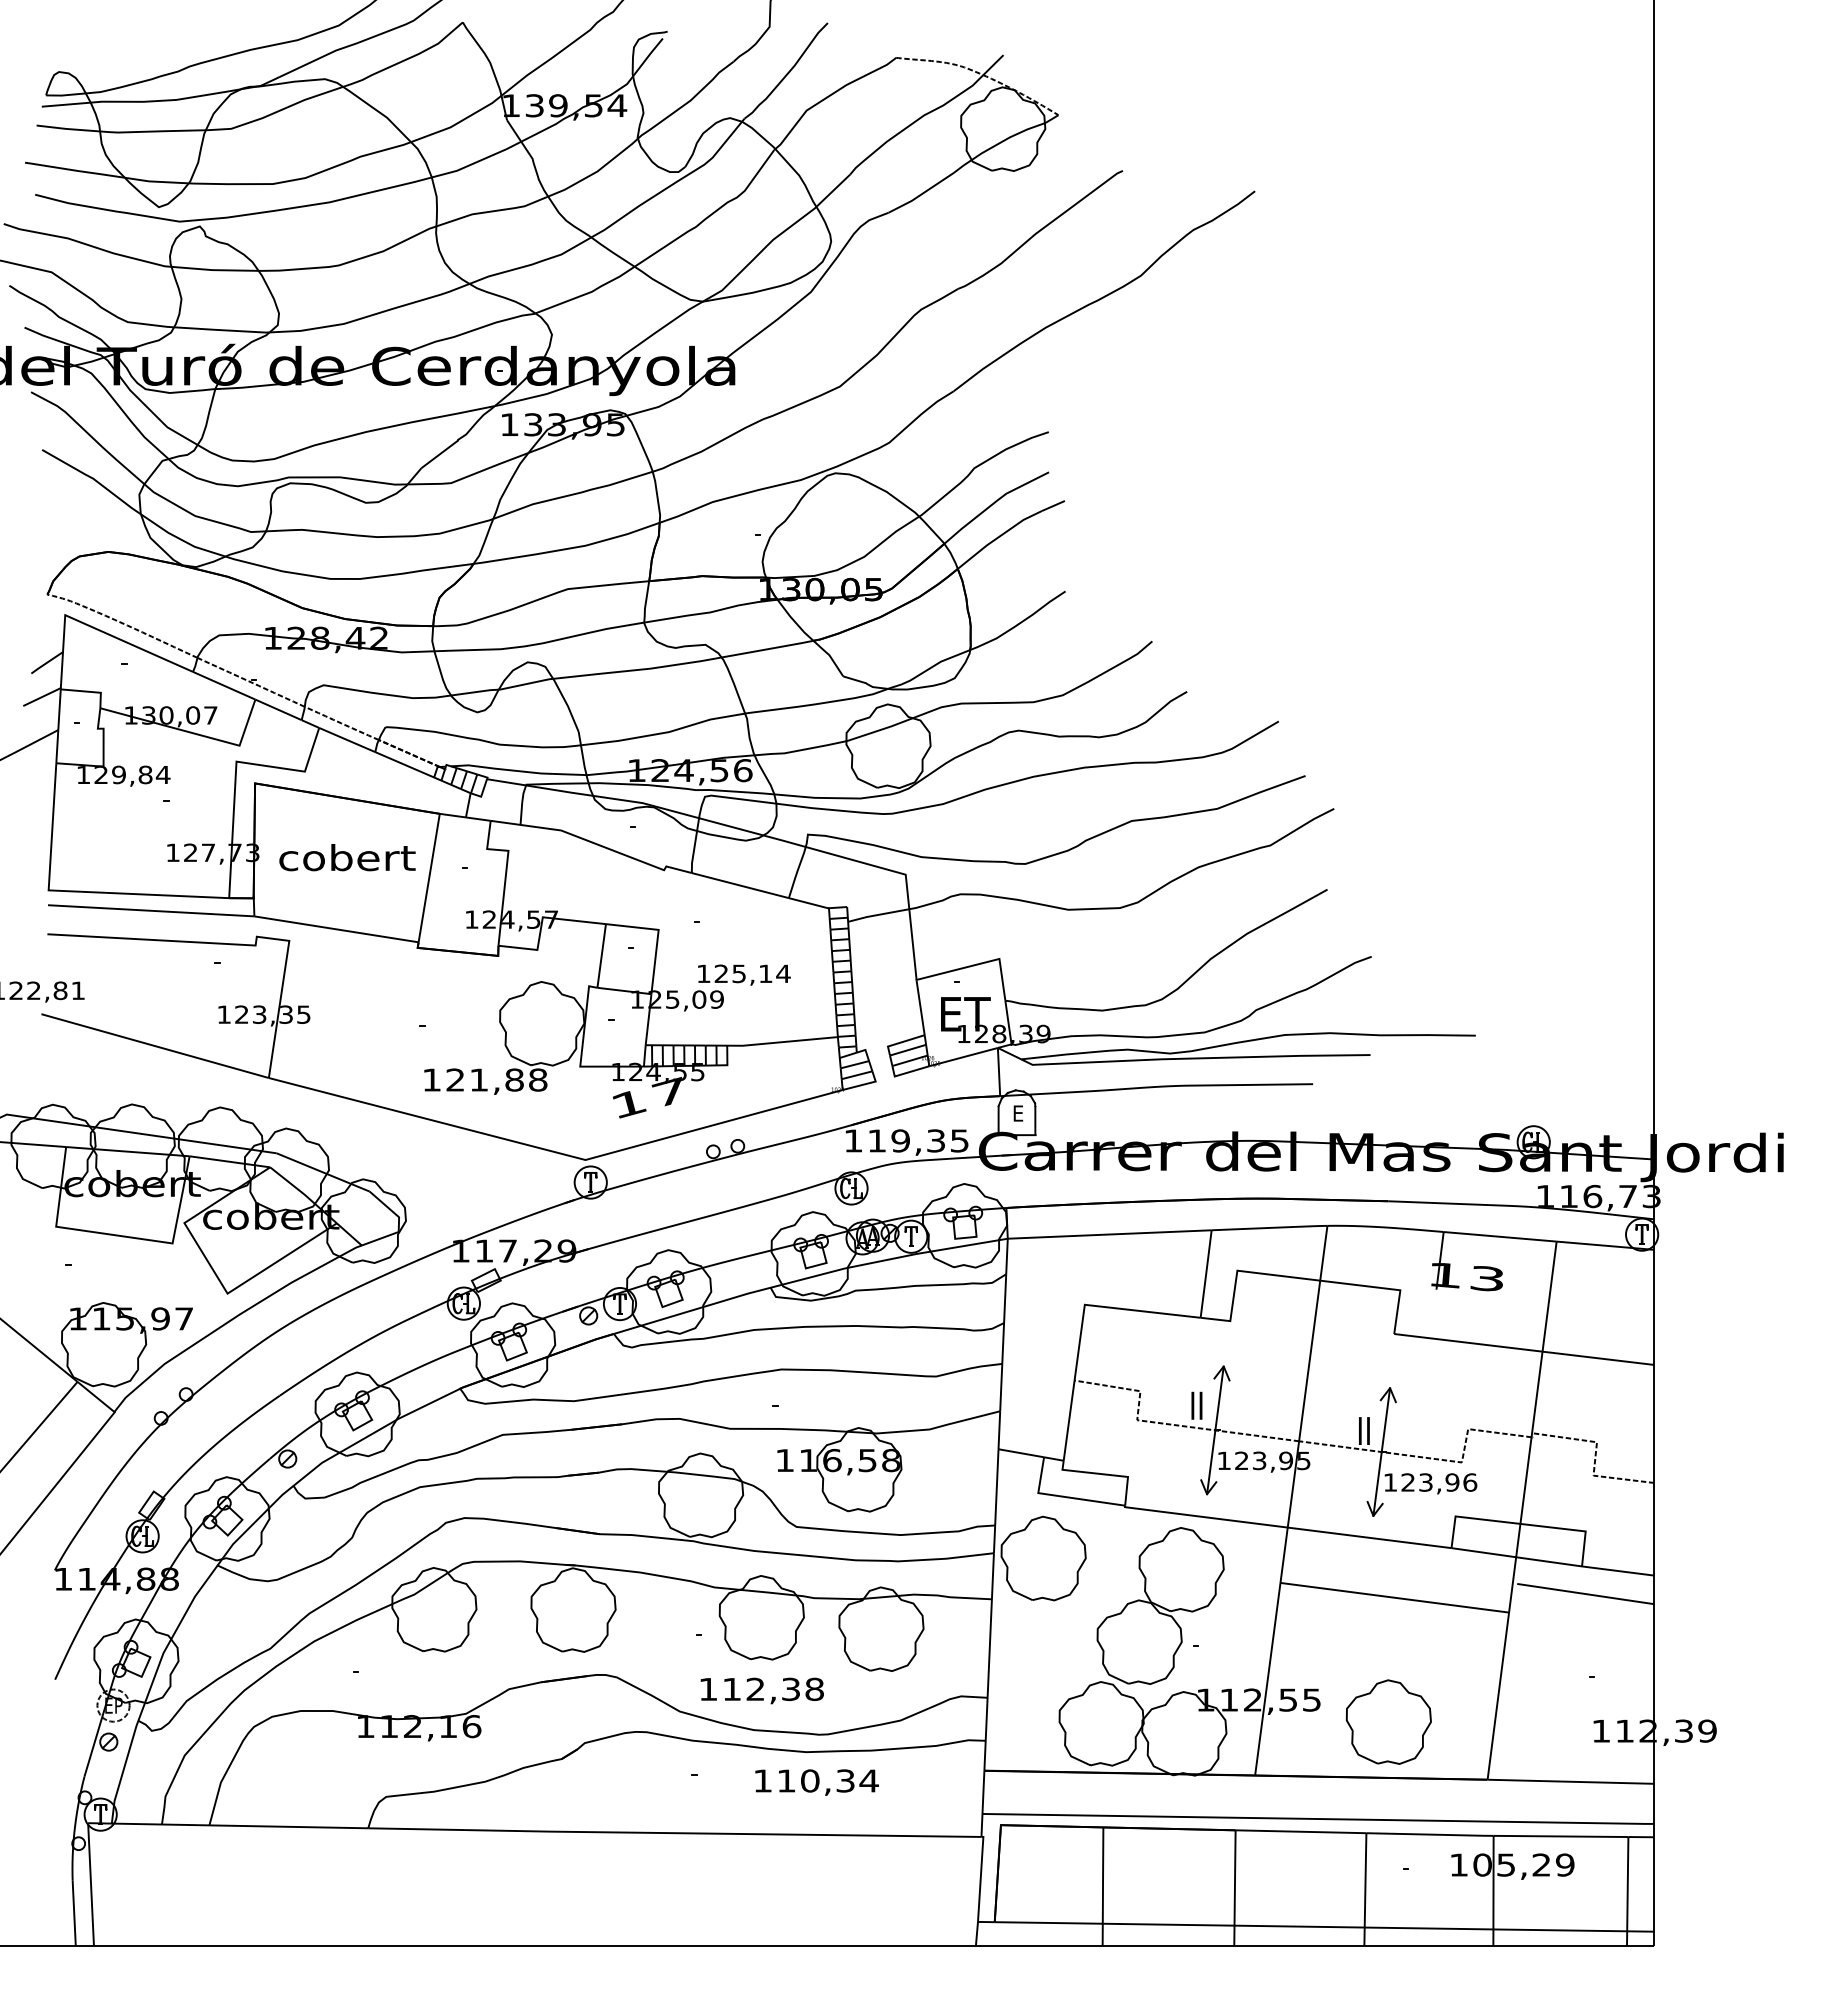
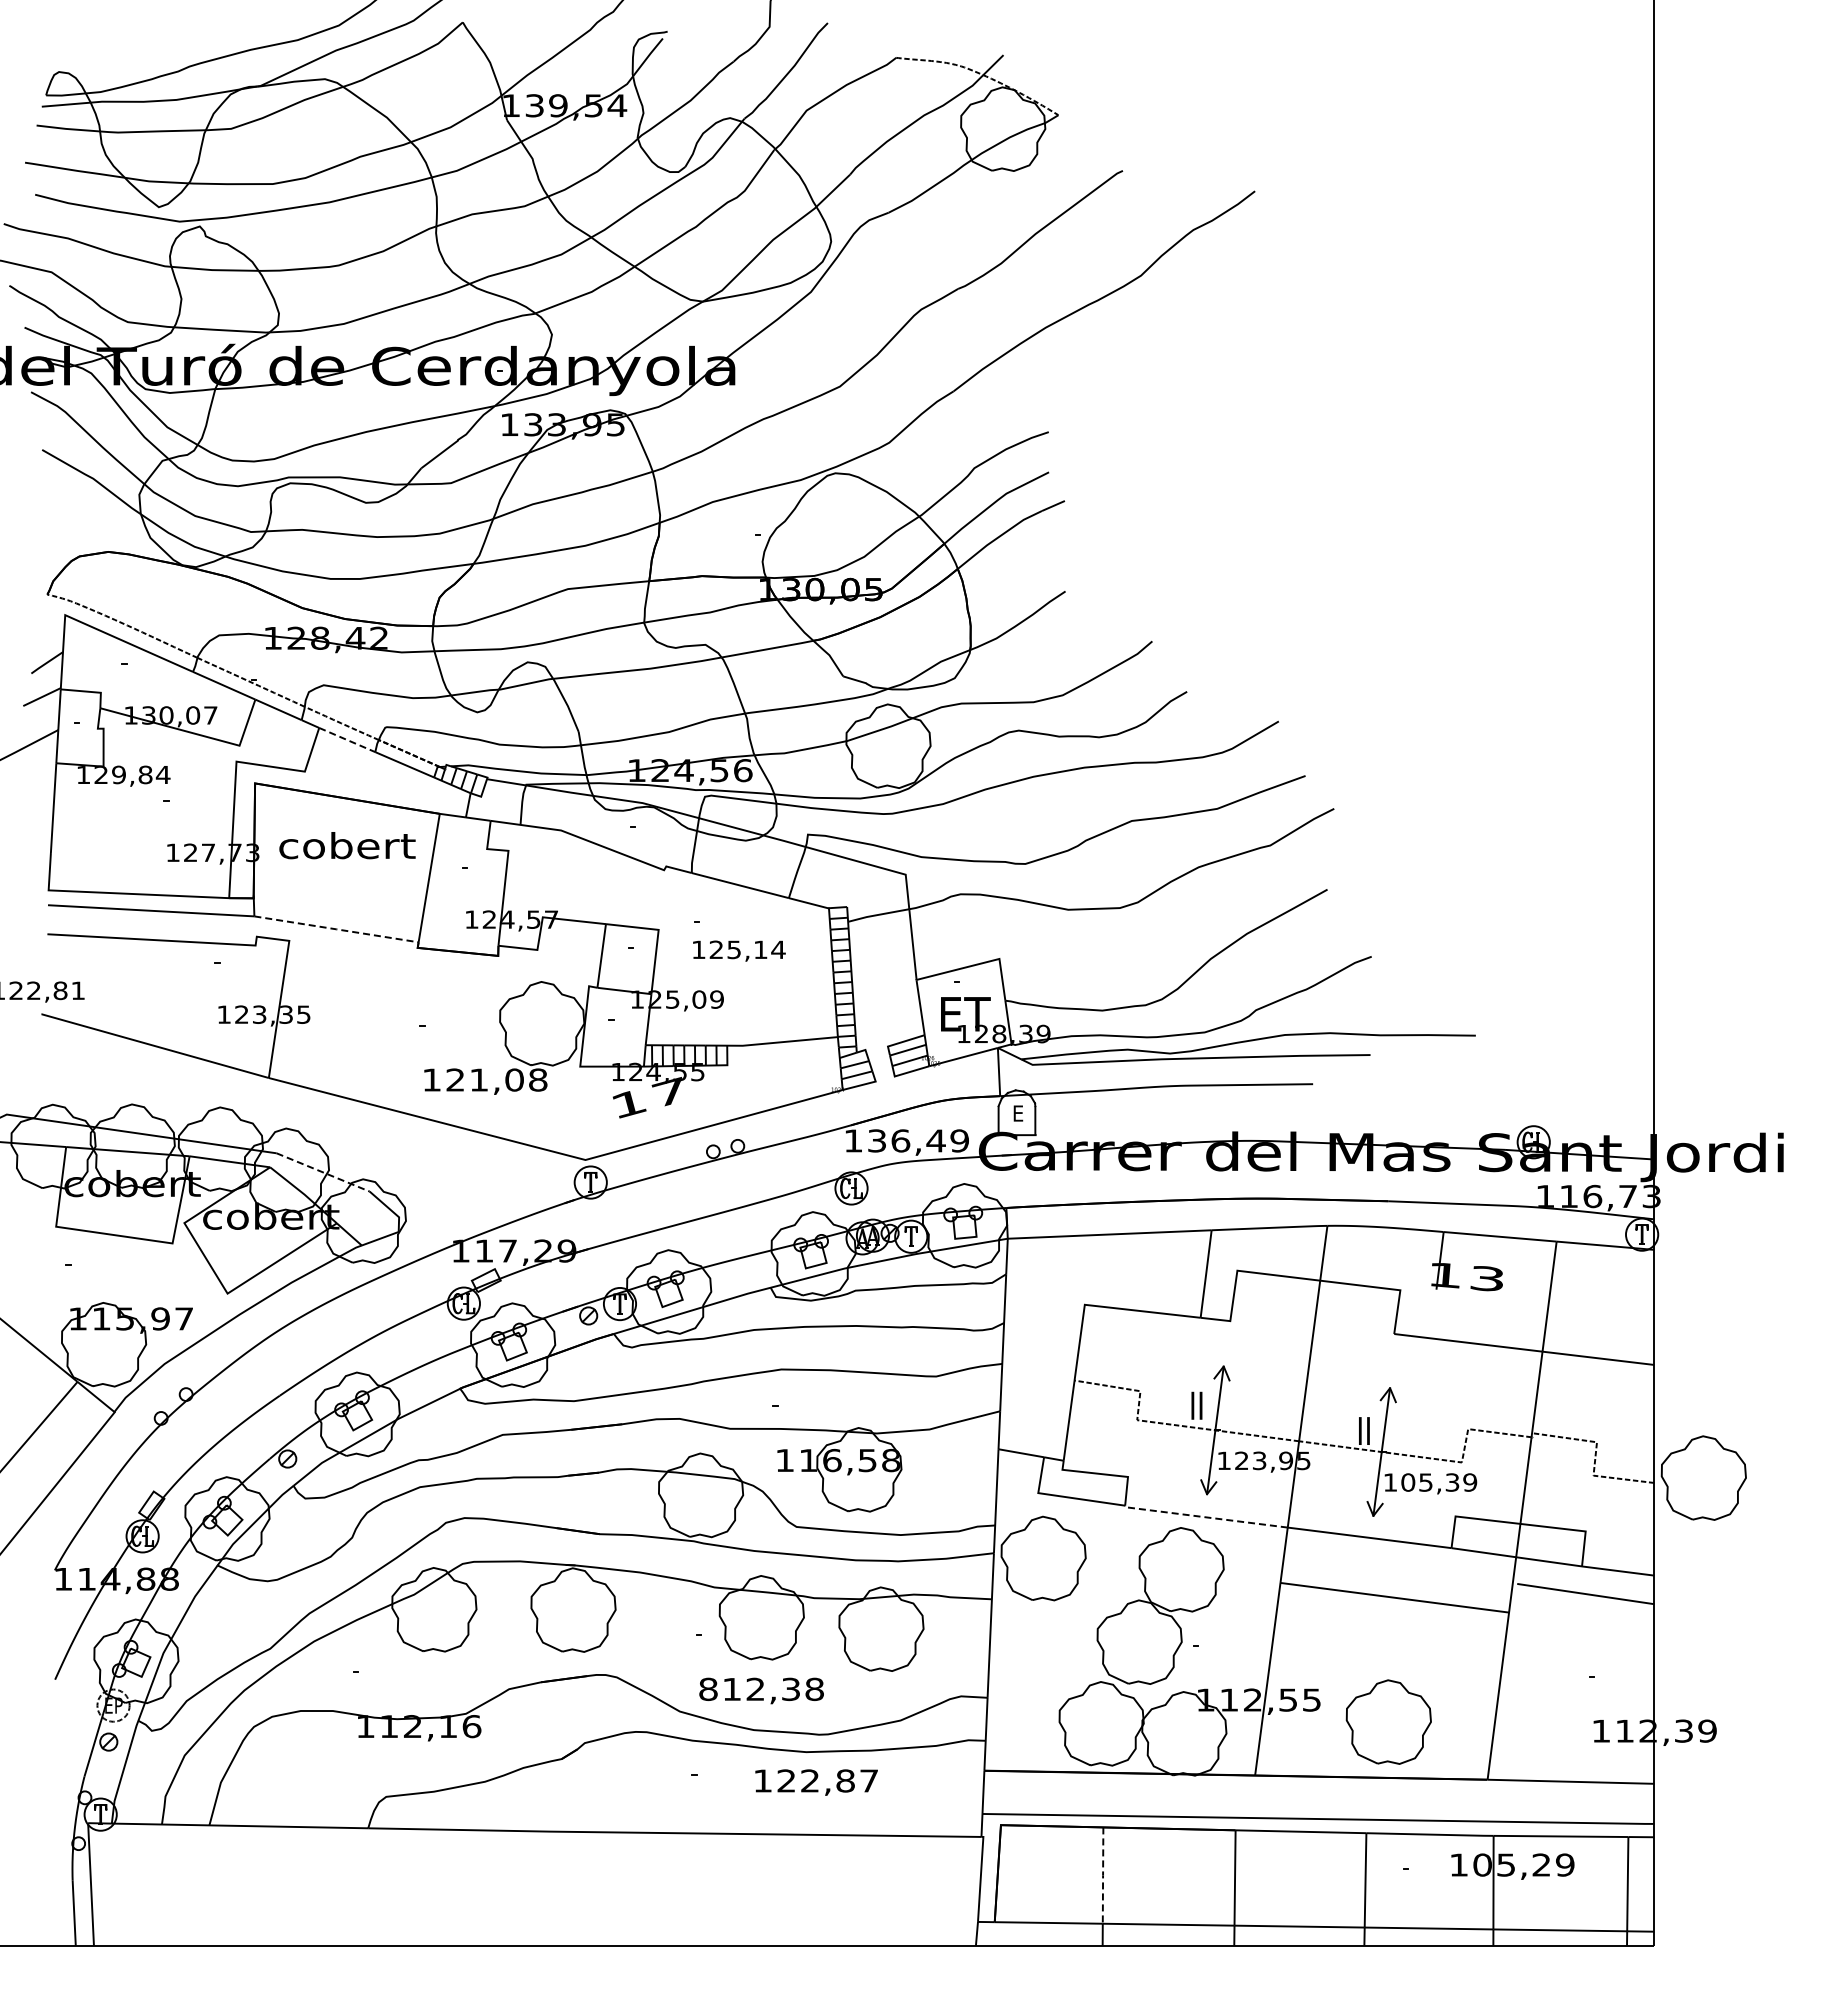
line at (347, 740): solid -> dashed
text at (347, 857) position: (347, 857) -> (347, 845)
line at (336, 929): solid -> dashed
text at (744, 974) position: (744, 974) -> (739, 950)
text at (514, 1079): 121,88 -> 121,08
text at (918, 1140): 119,35 -> 136,49
line at (323, 1172): solid -> dashed
part at (1703, 1477): none -> present
text at (1439, 1482): 123,96 -> 105,39
line at (1204, 1517): solid -> dashed
text at (708, 1689): 112,38 -> 812,38
text at (827, 1780): 110,34 -> 122,87
line at (1103, 1875): solid -> dashed
